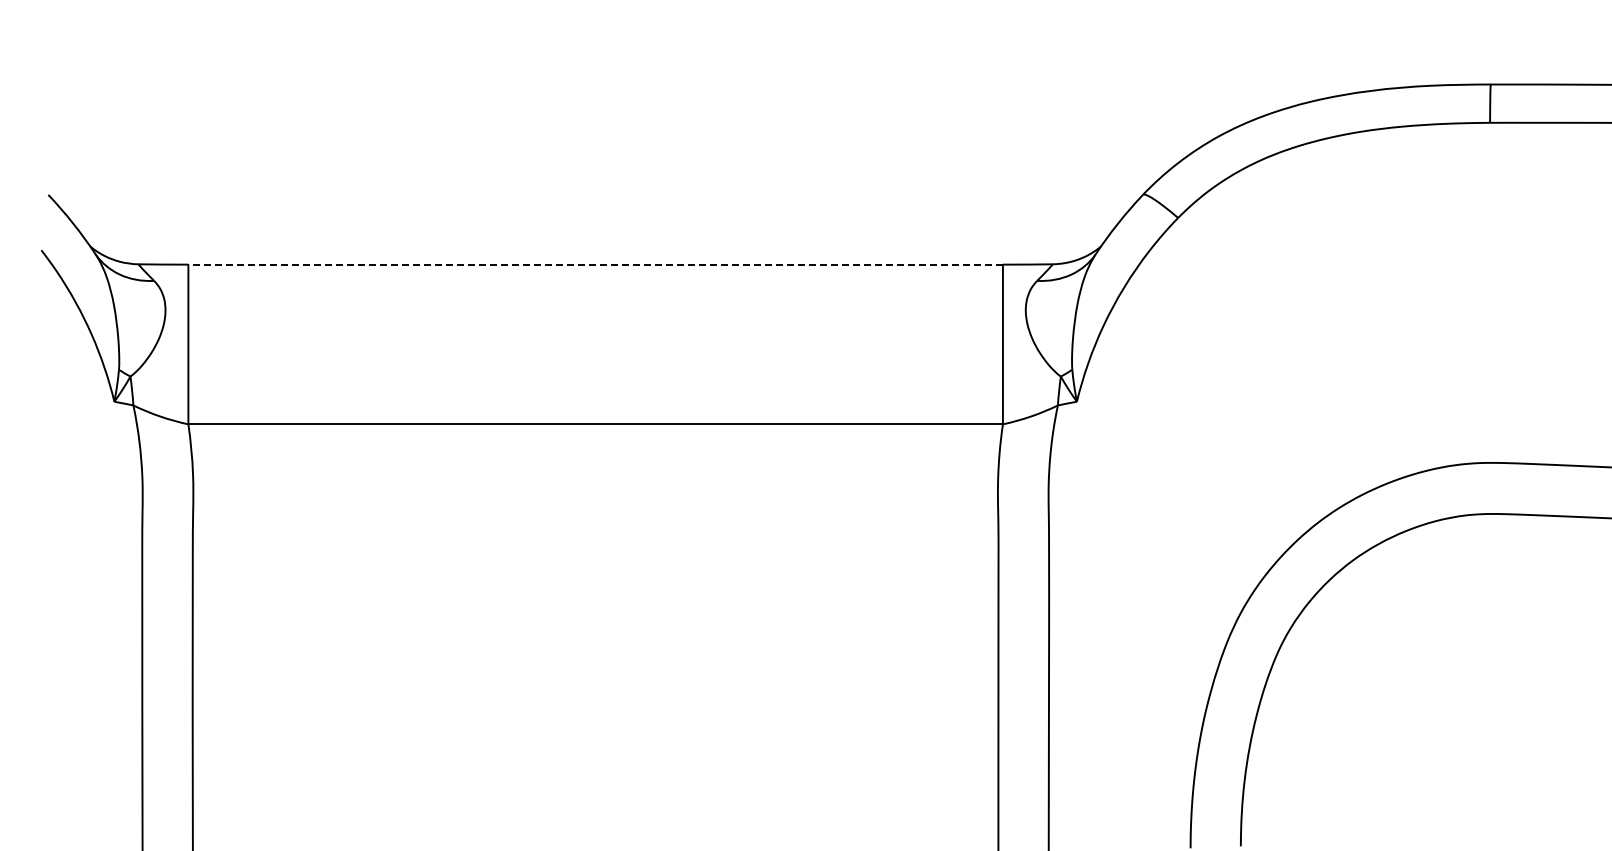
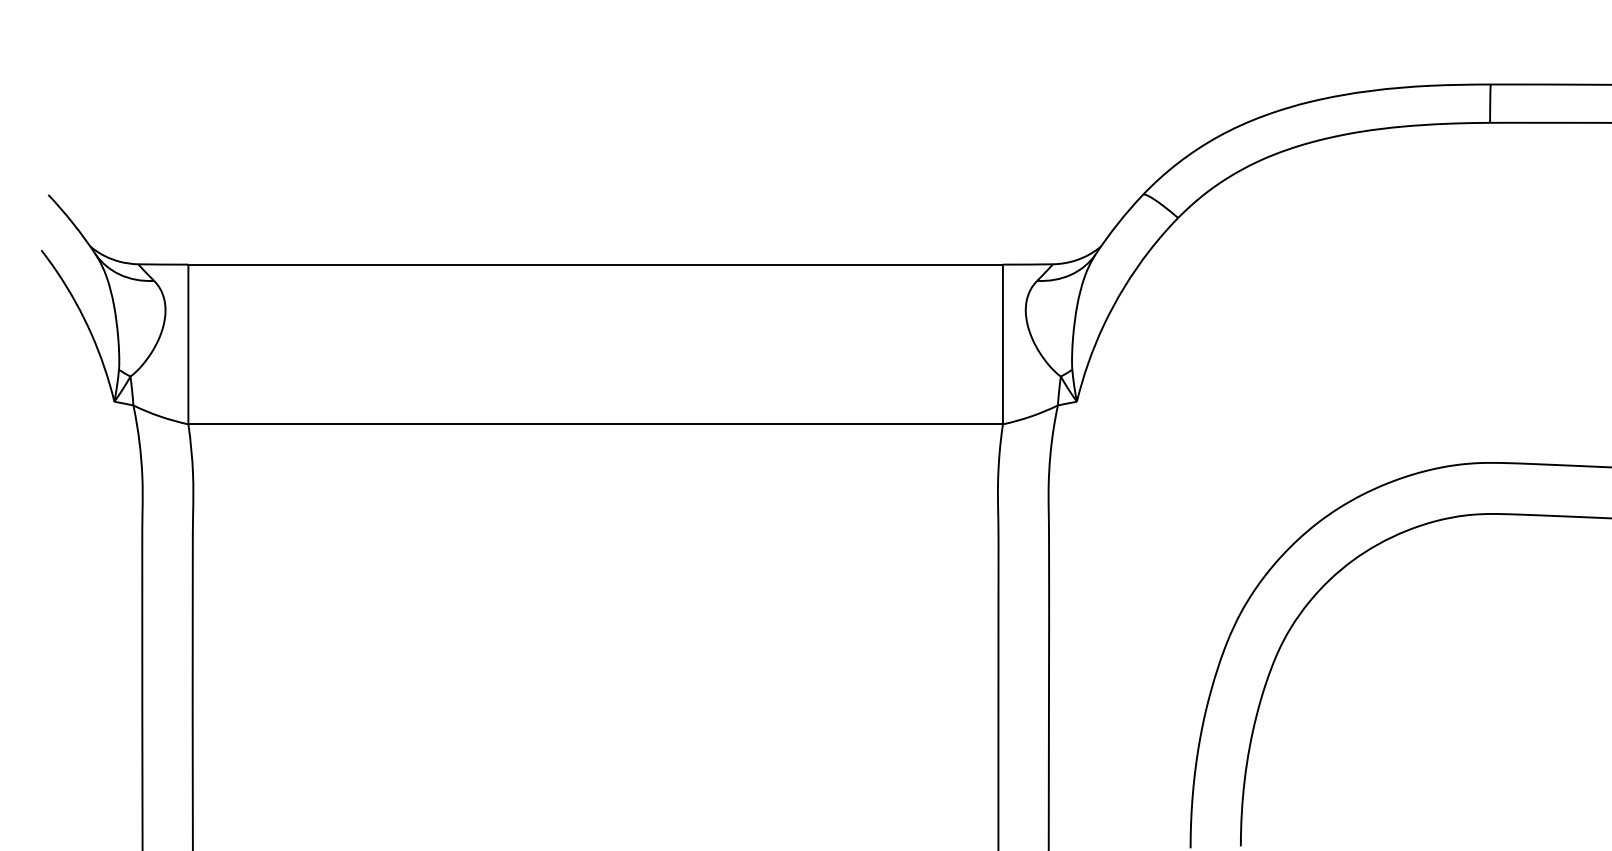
line at (595, 264): dashed -> solid
